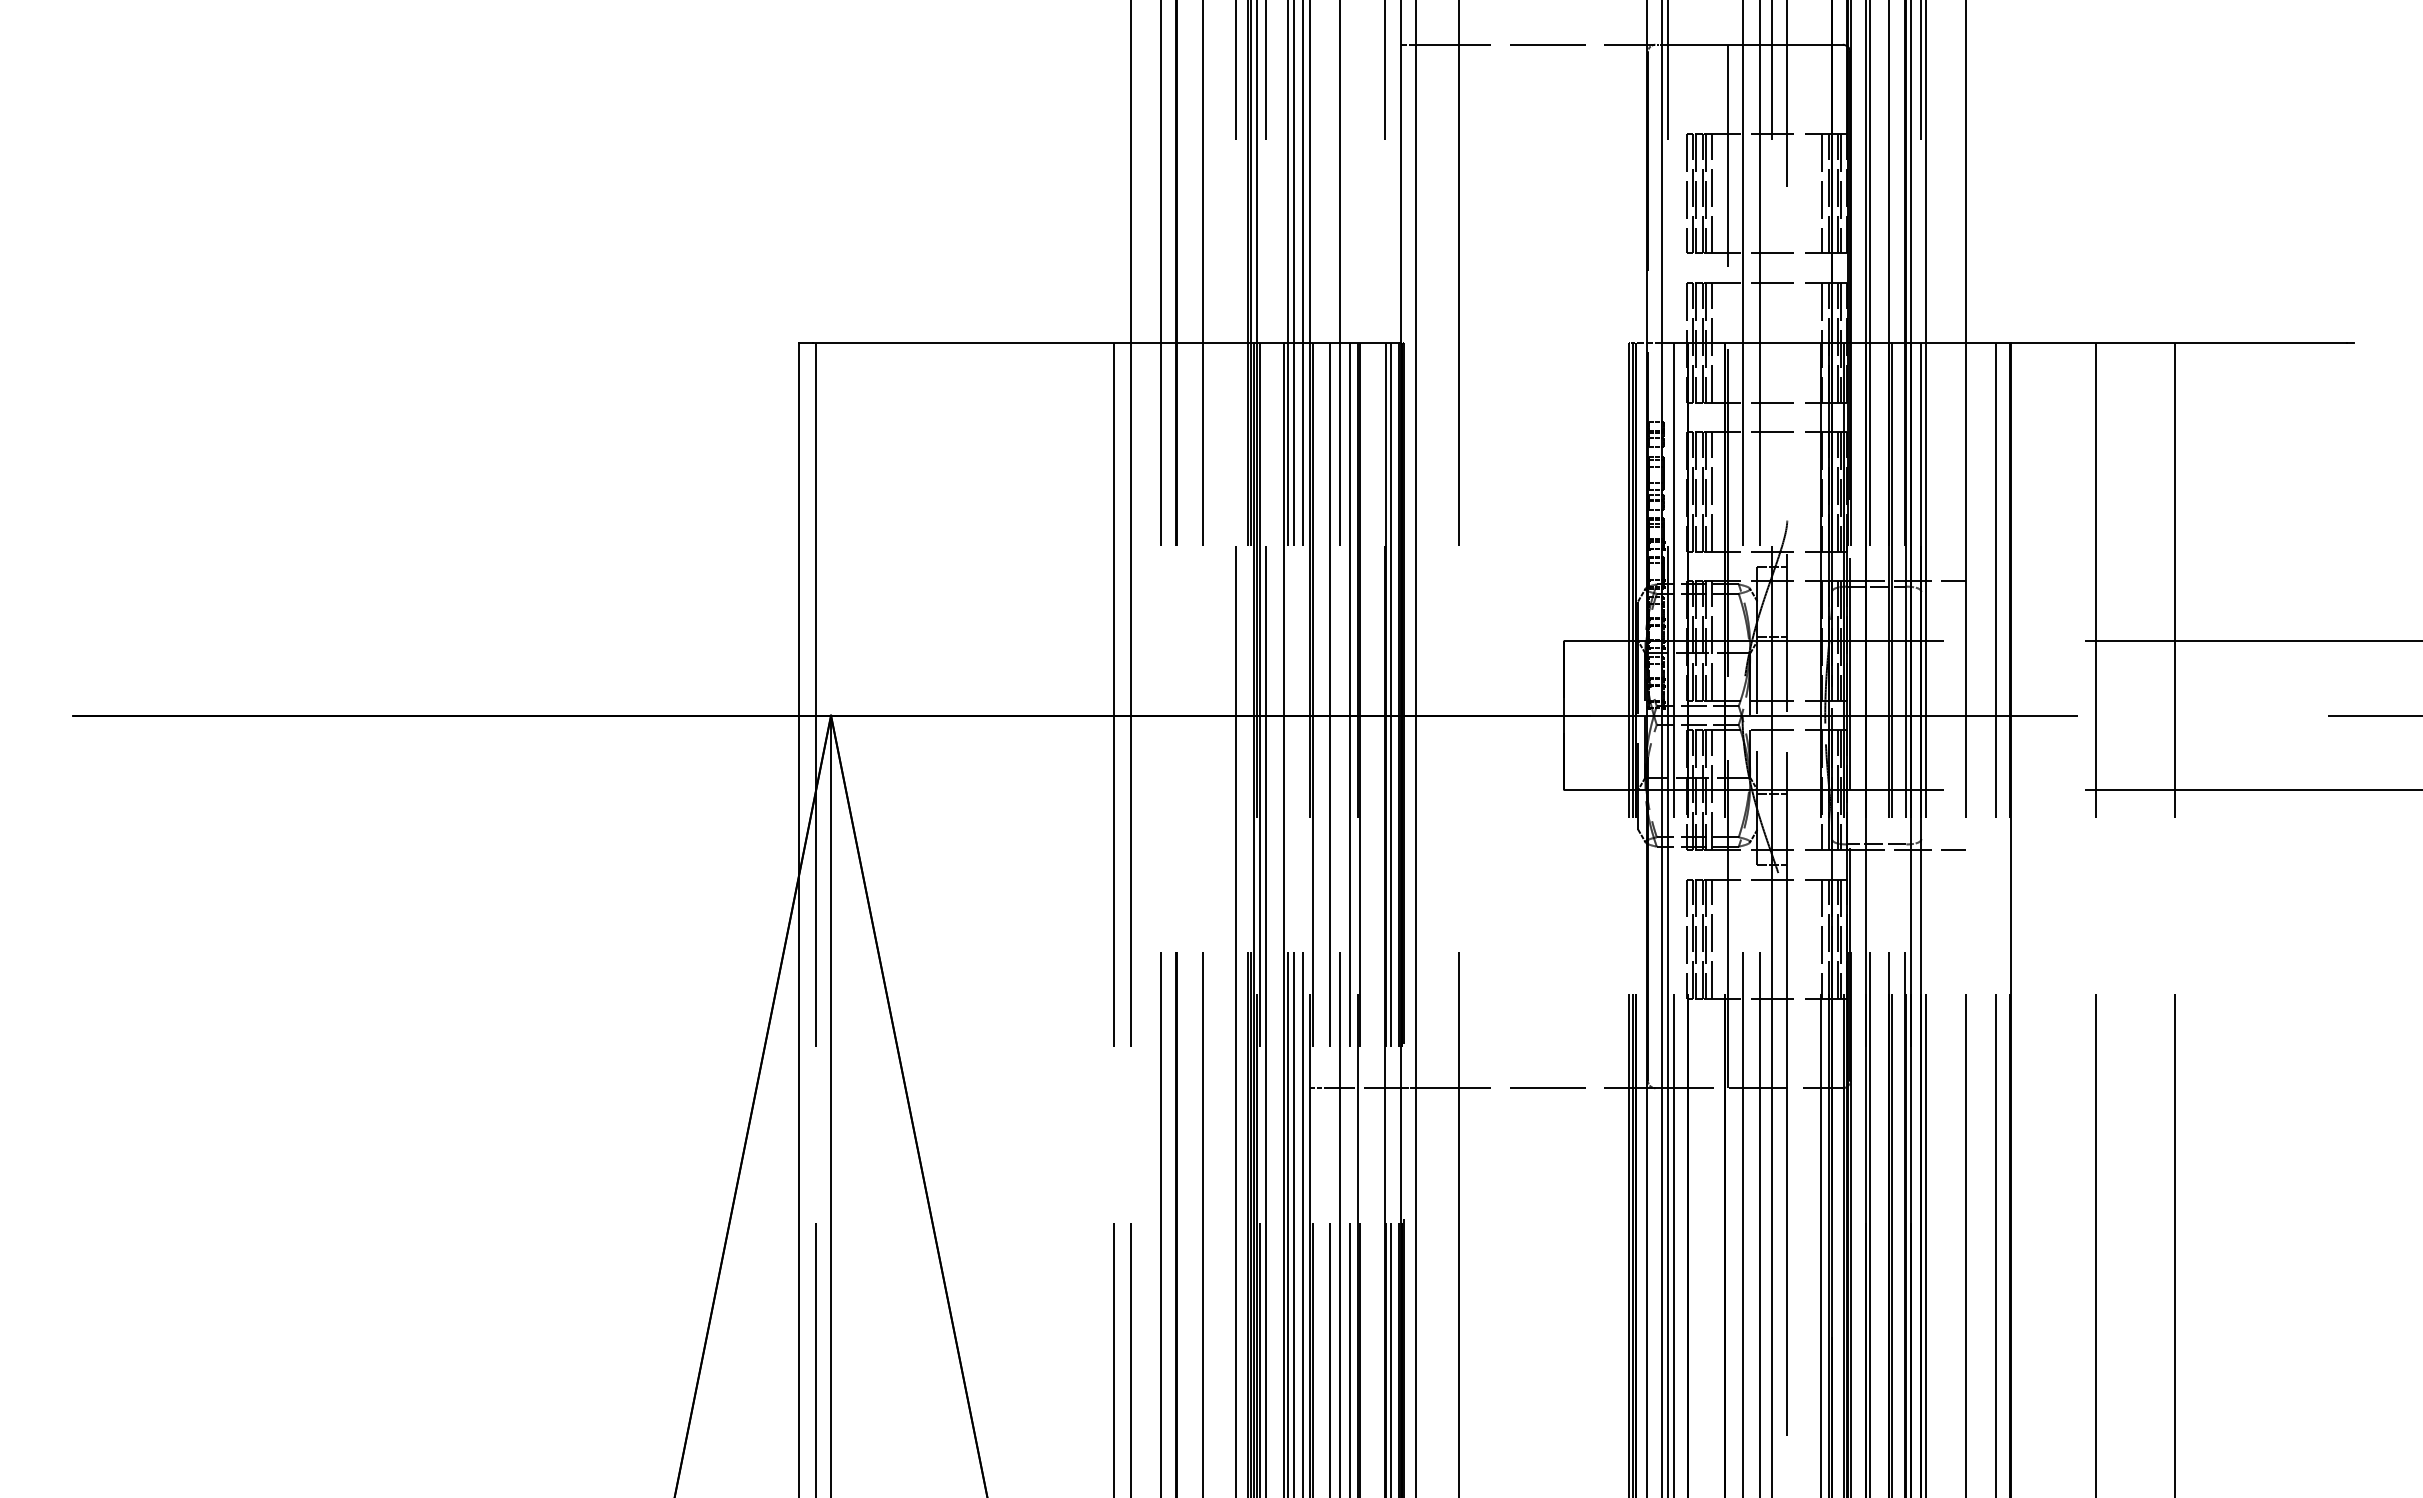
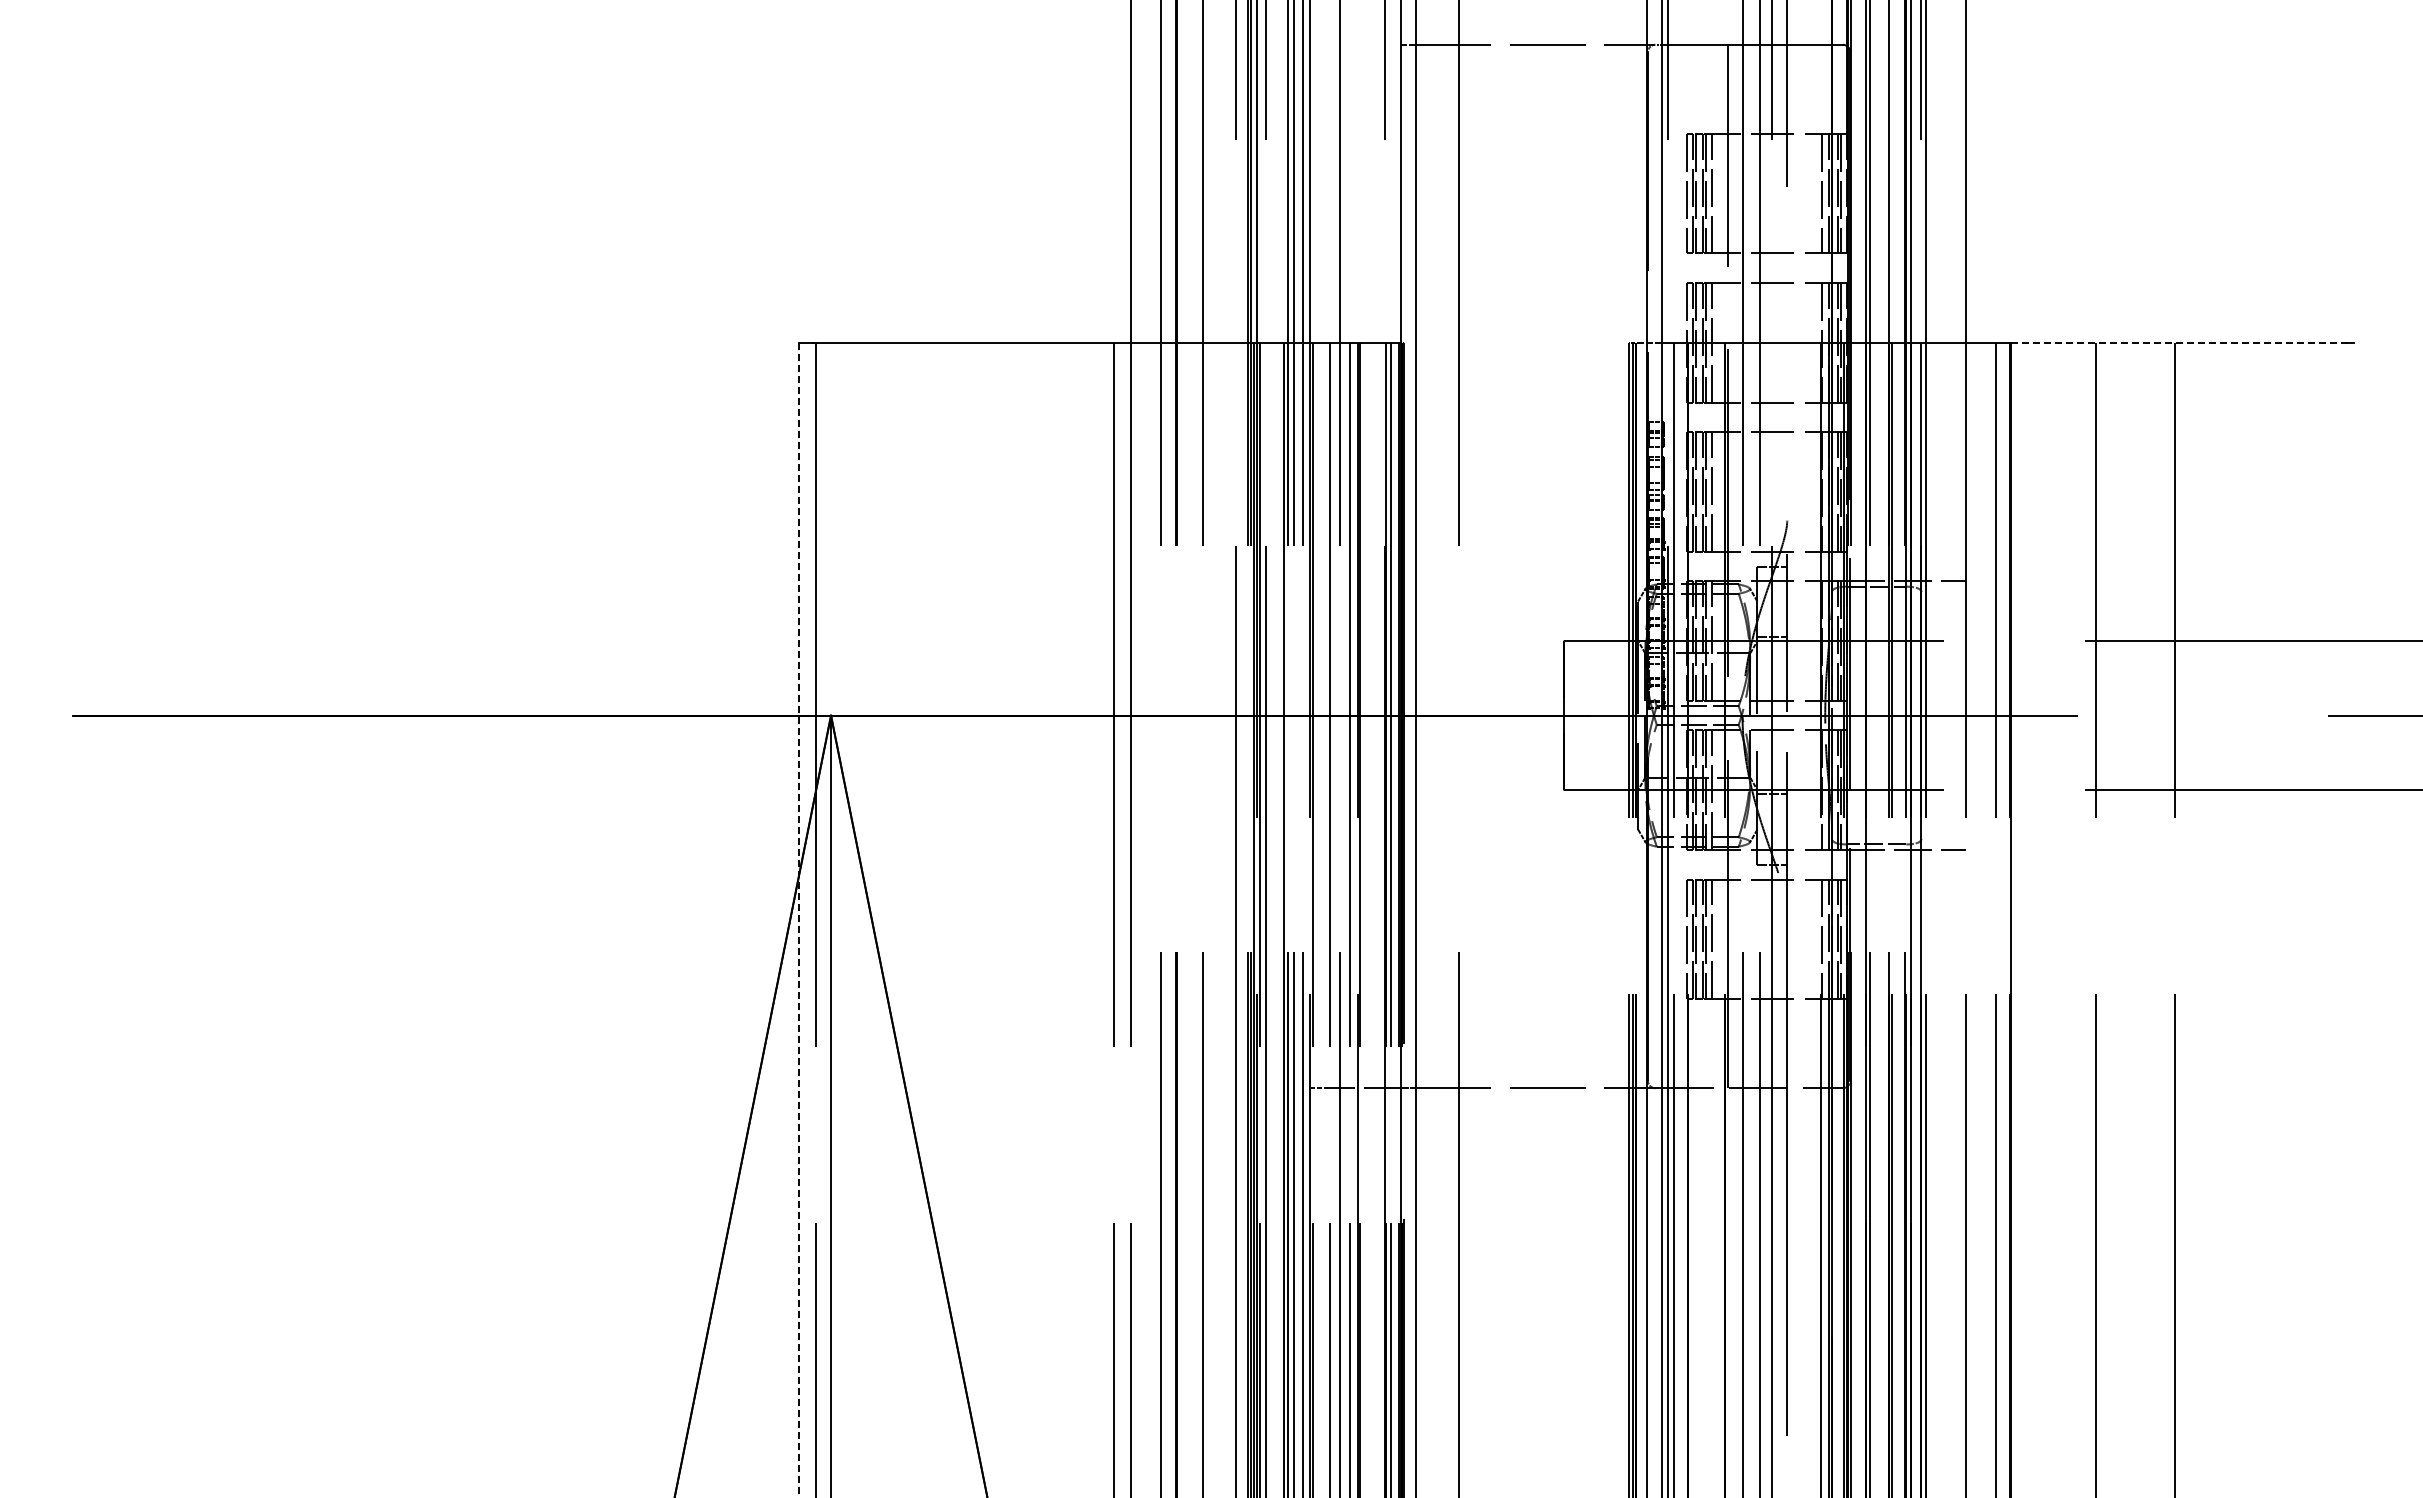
line at (2179, 342): solid -> dashed
line at (798, 920): solid -> dashed
